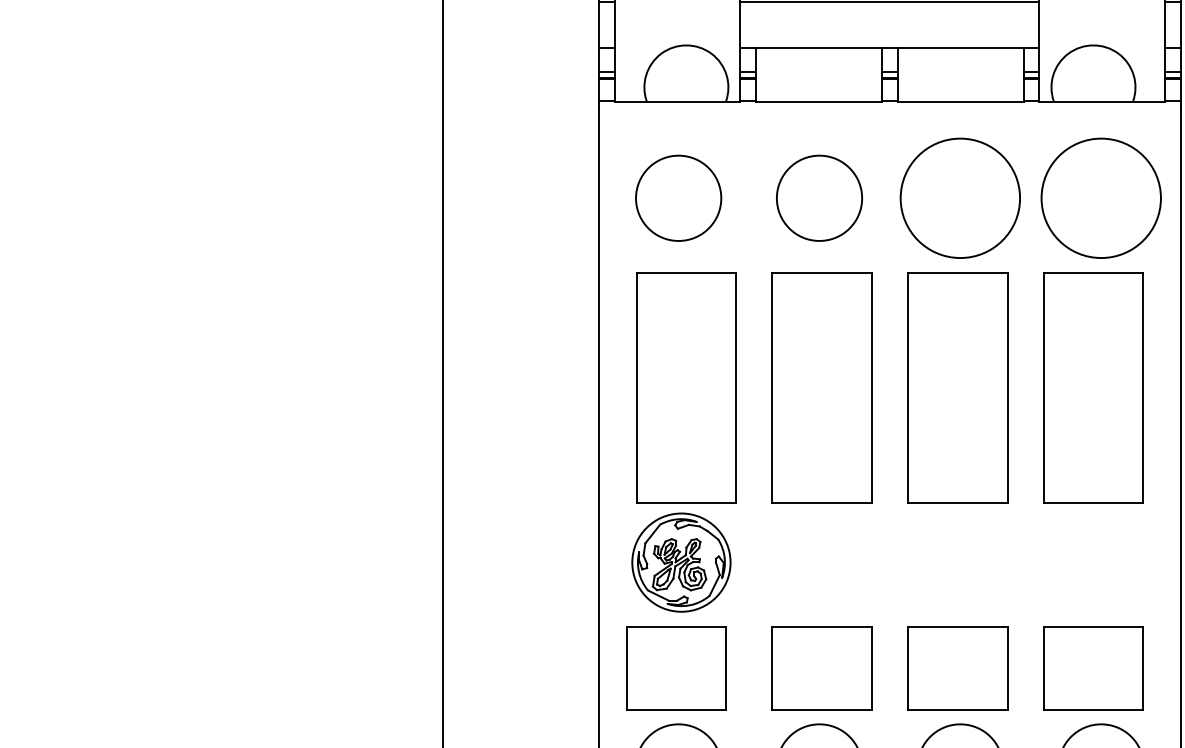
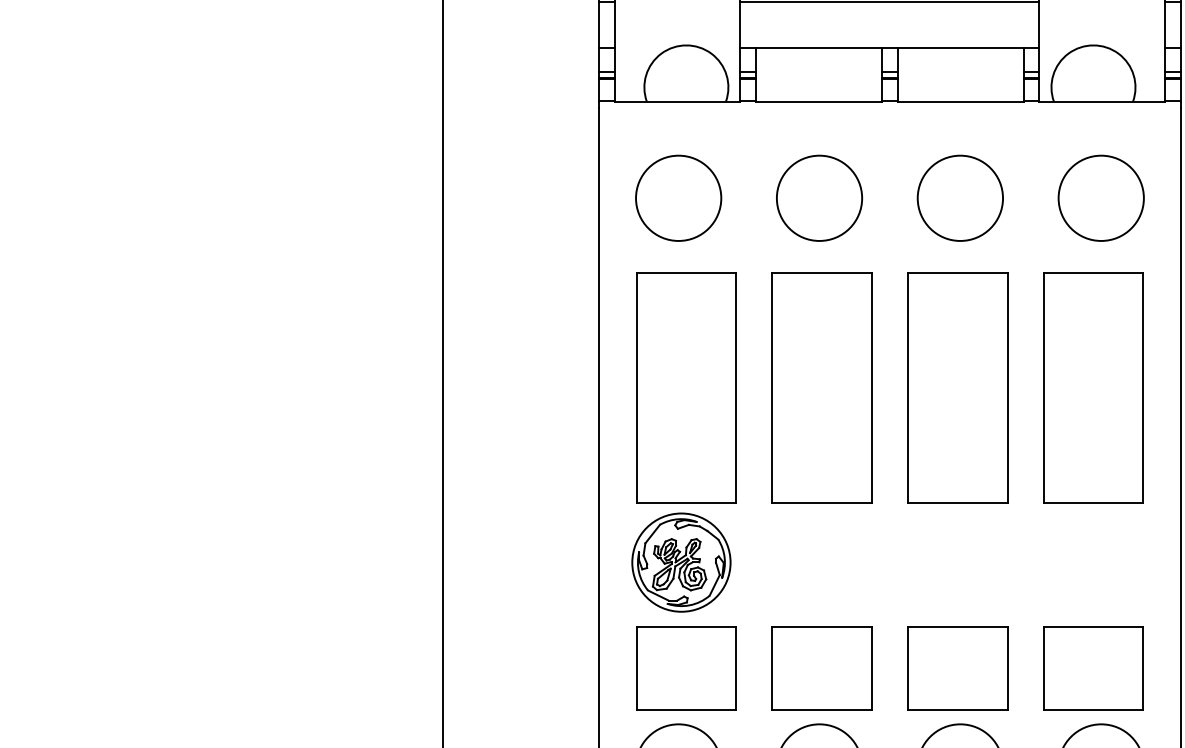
circle at (960, 198) diameter: 119 px -> 85 px
circle at (1100, 198) diameter: 119 px -> 85 px
part at (676, 668) position: (676, 668) -> (686, 668)
